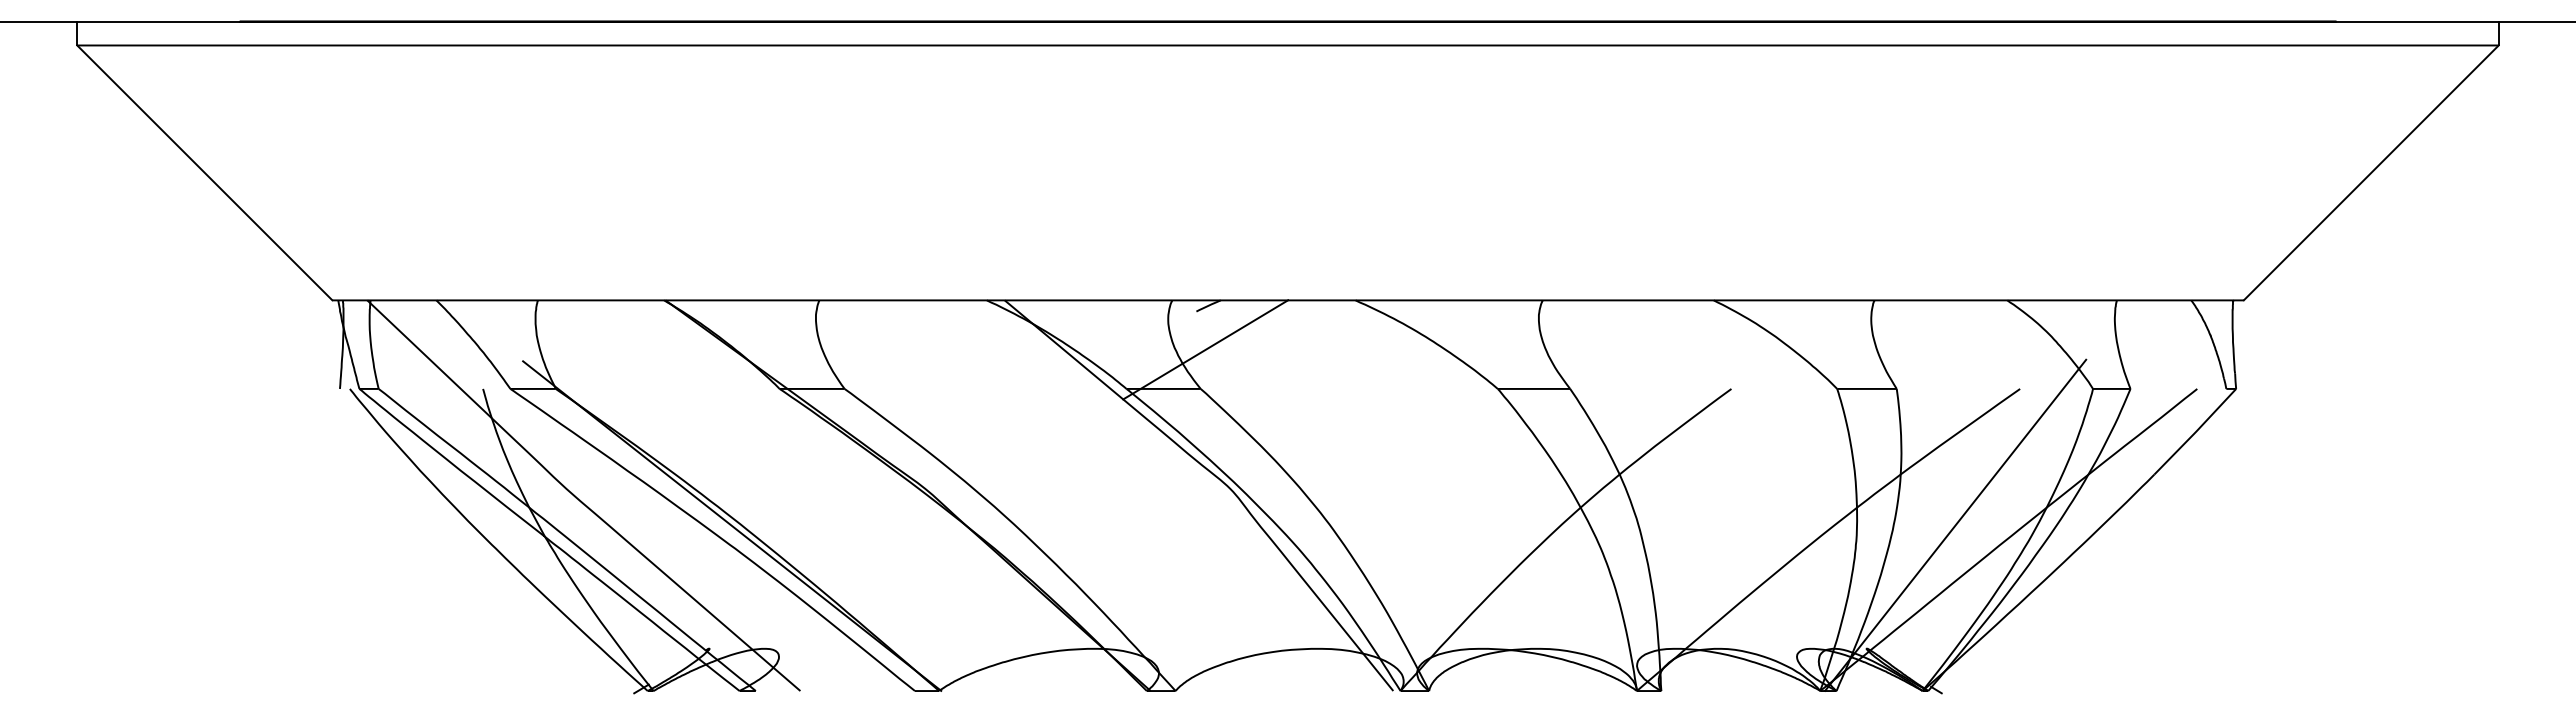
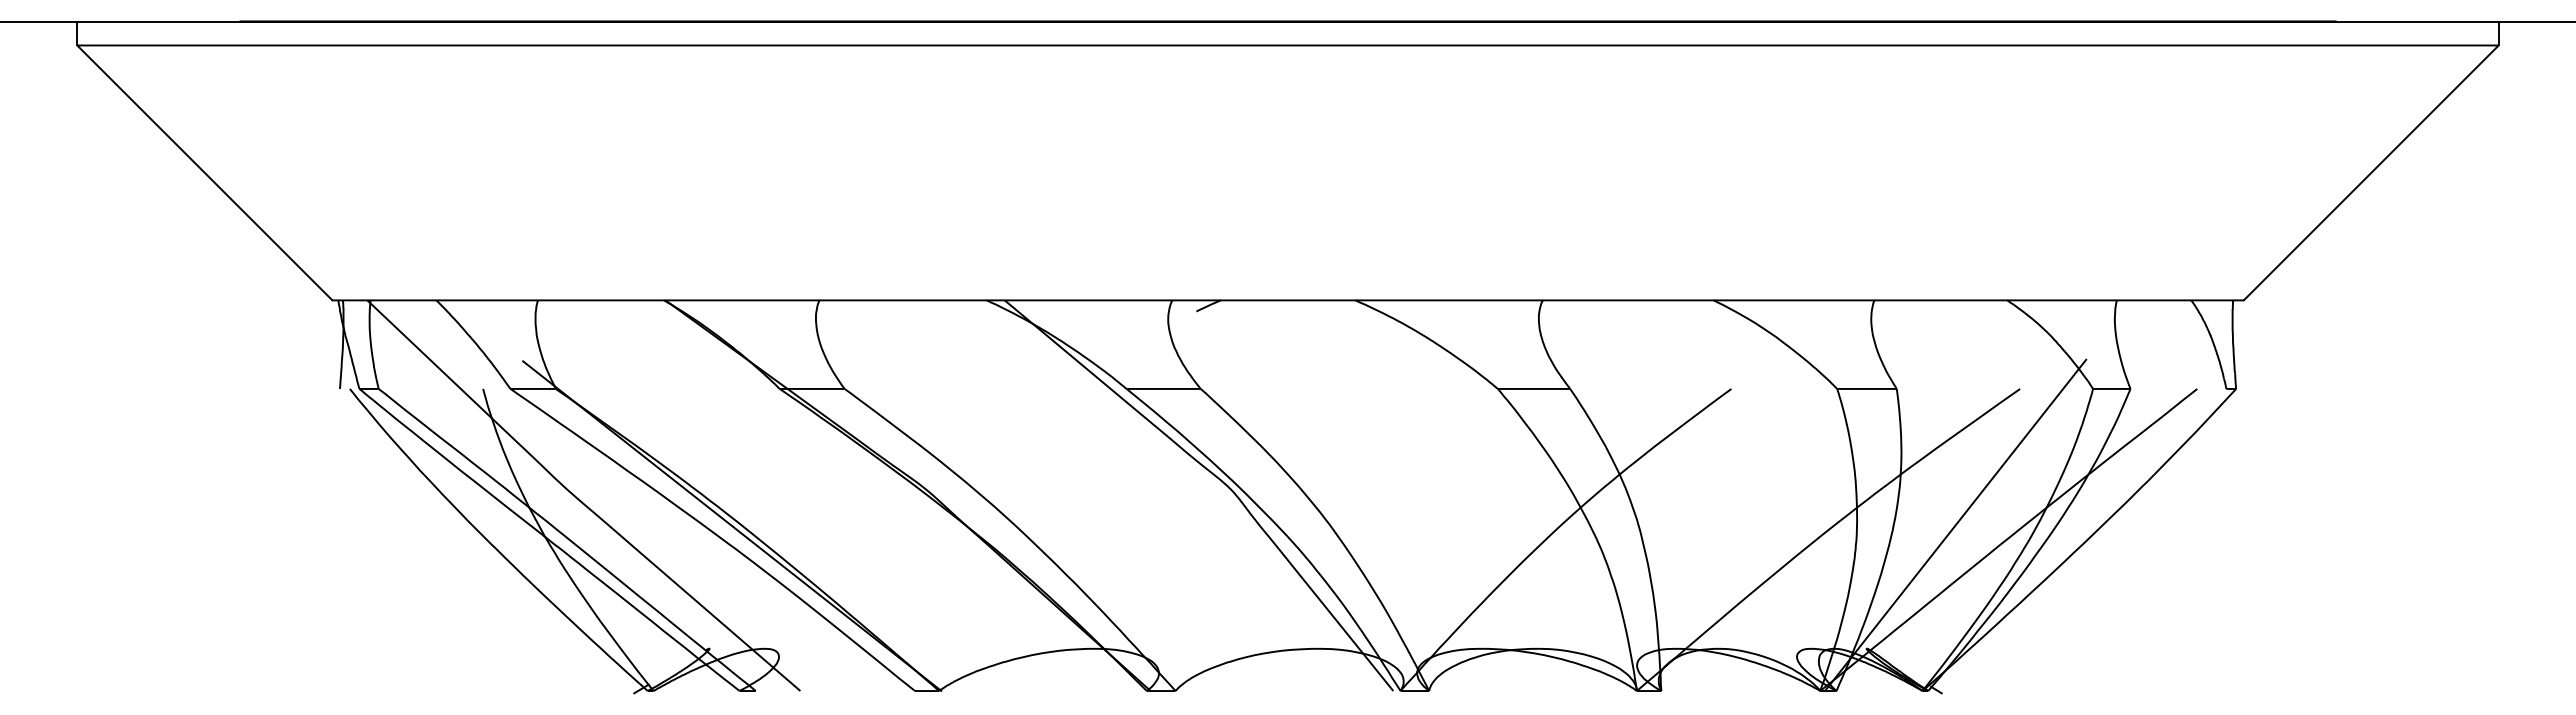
line at (1205, 349): present -> none
